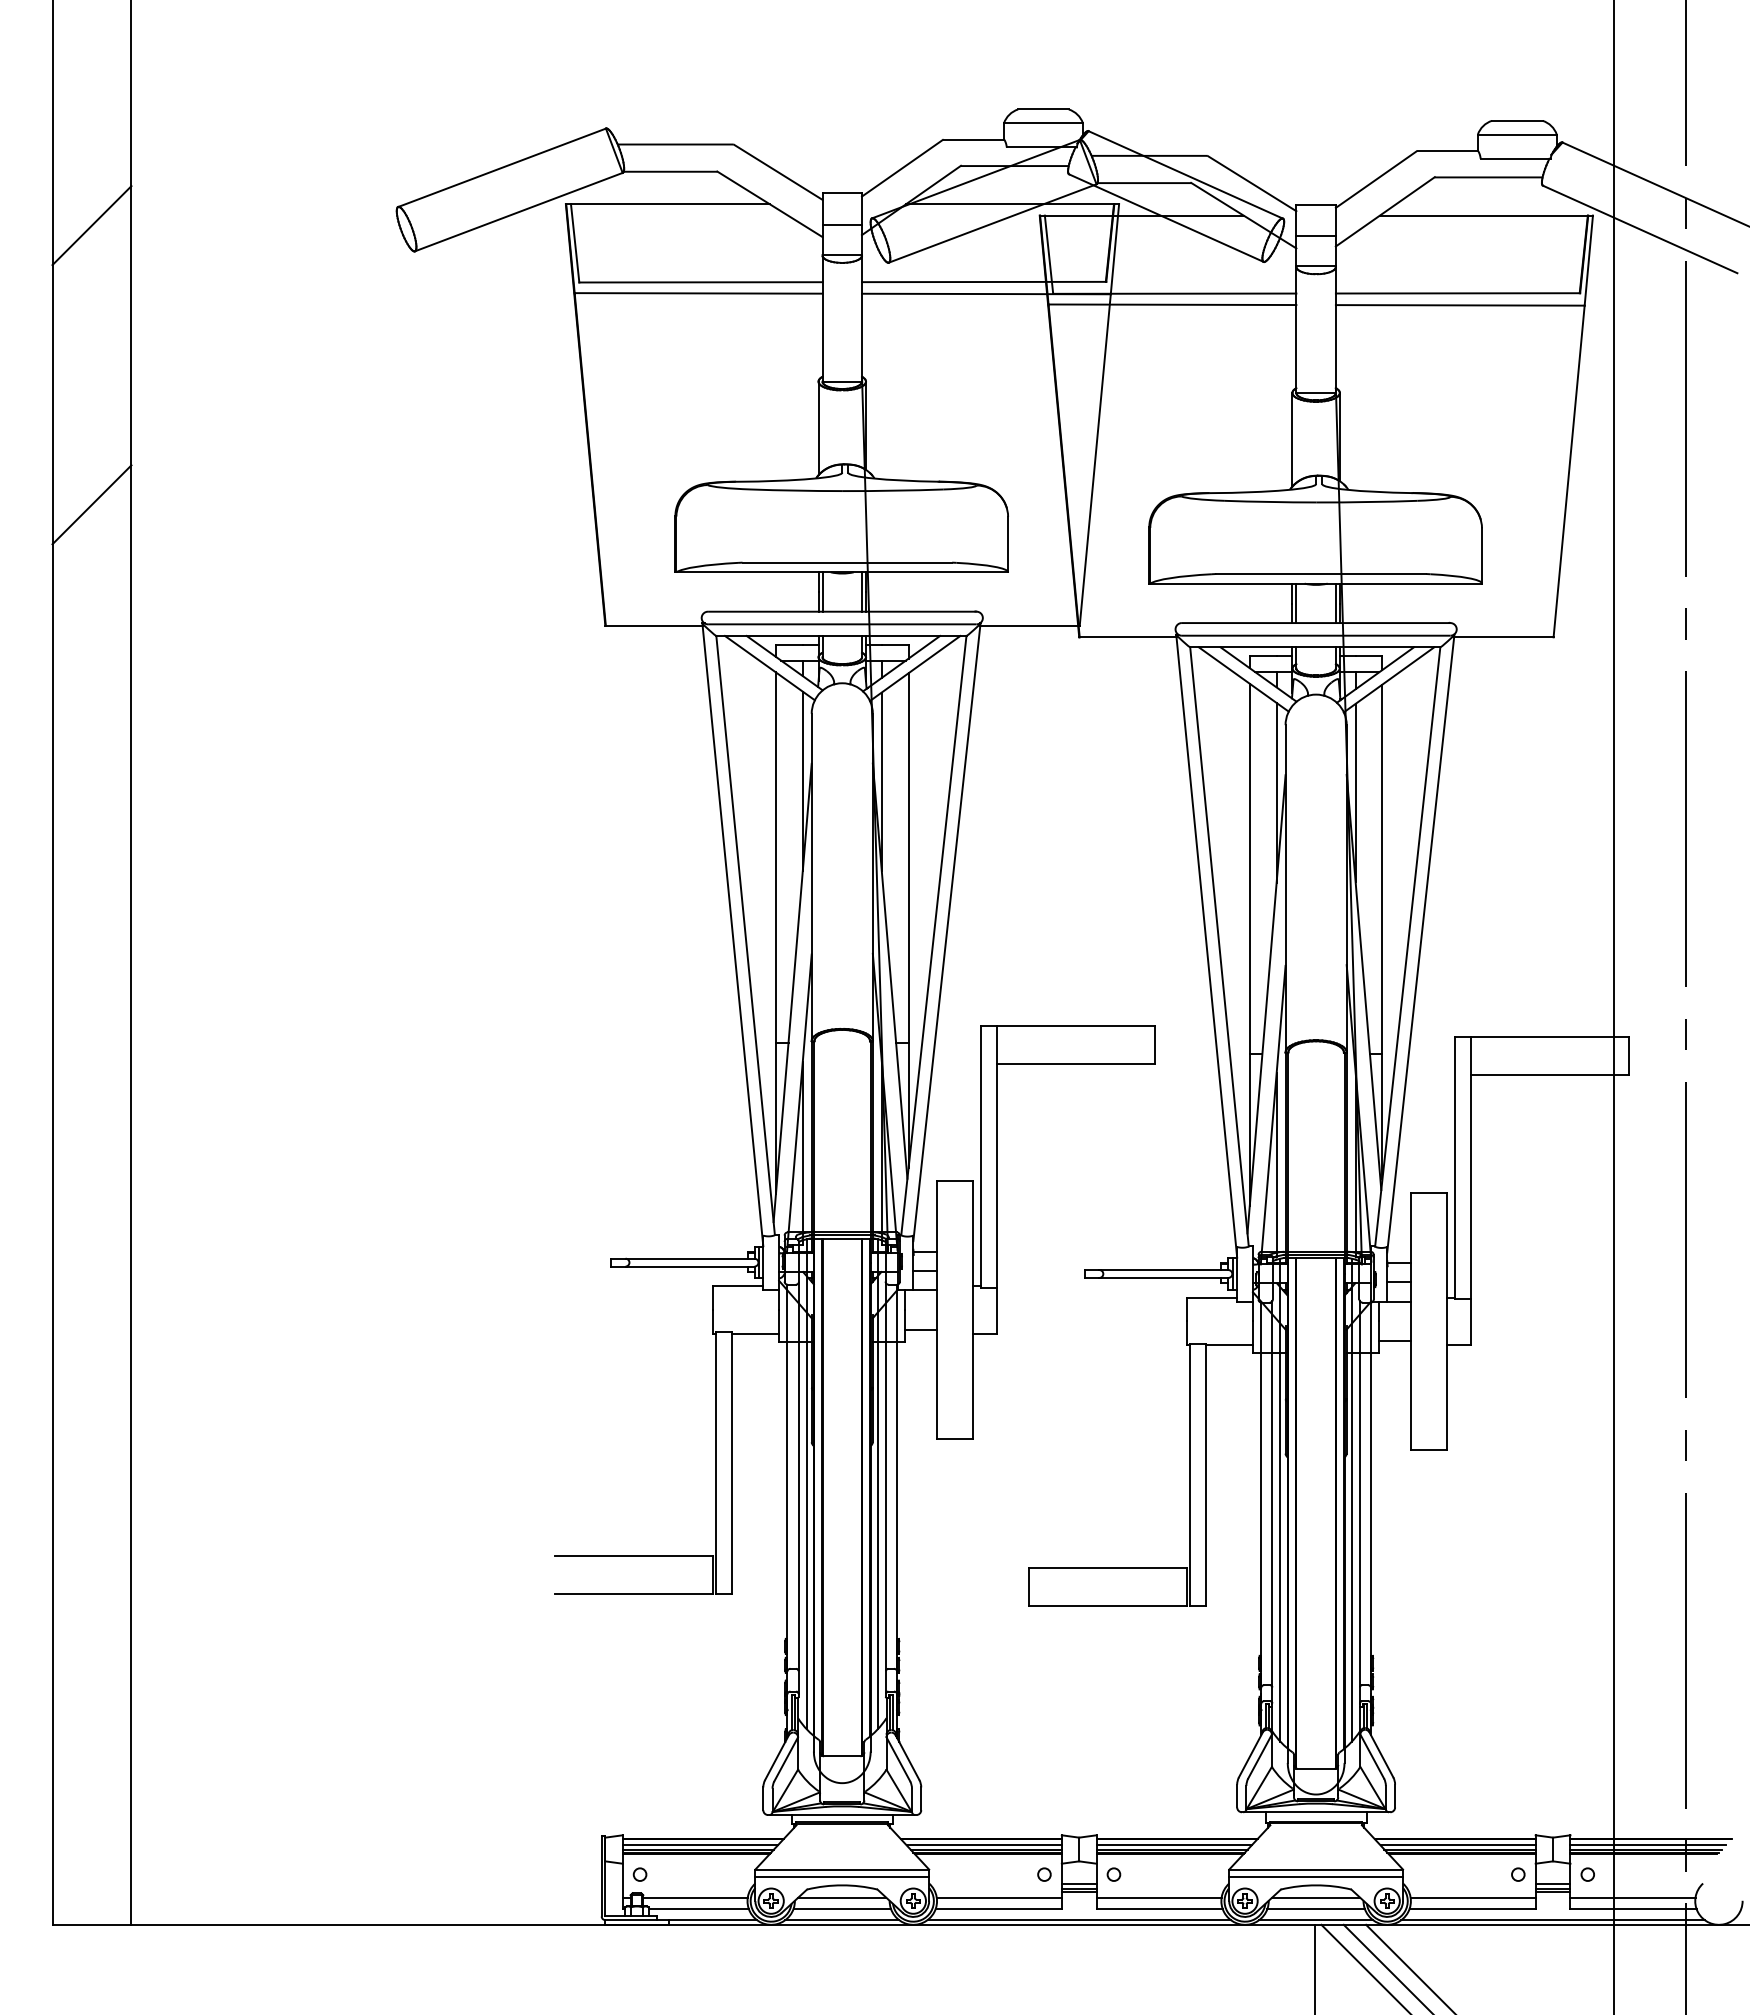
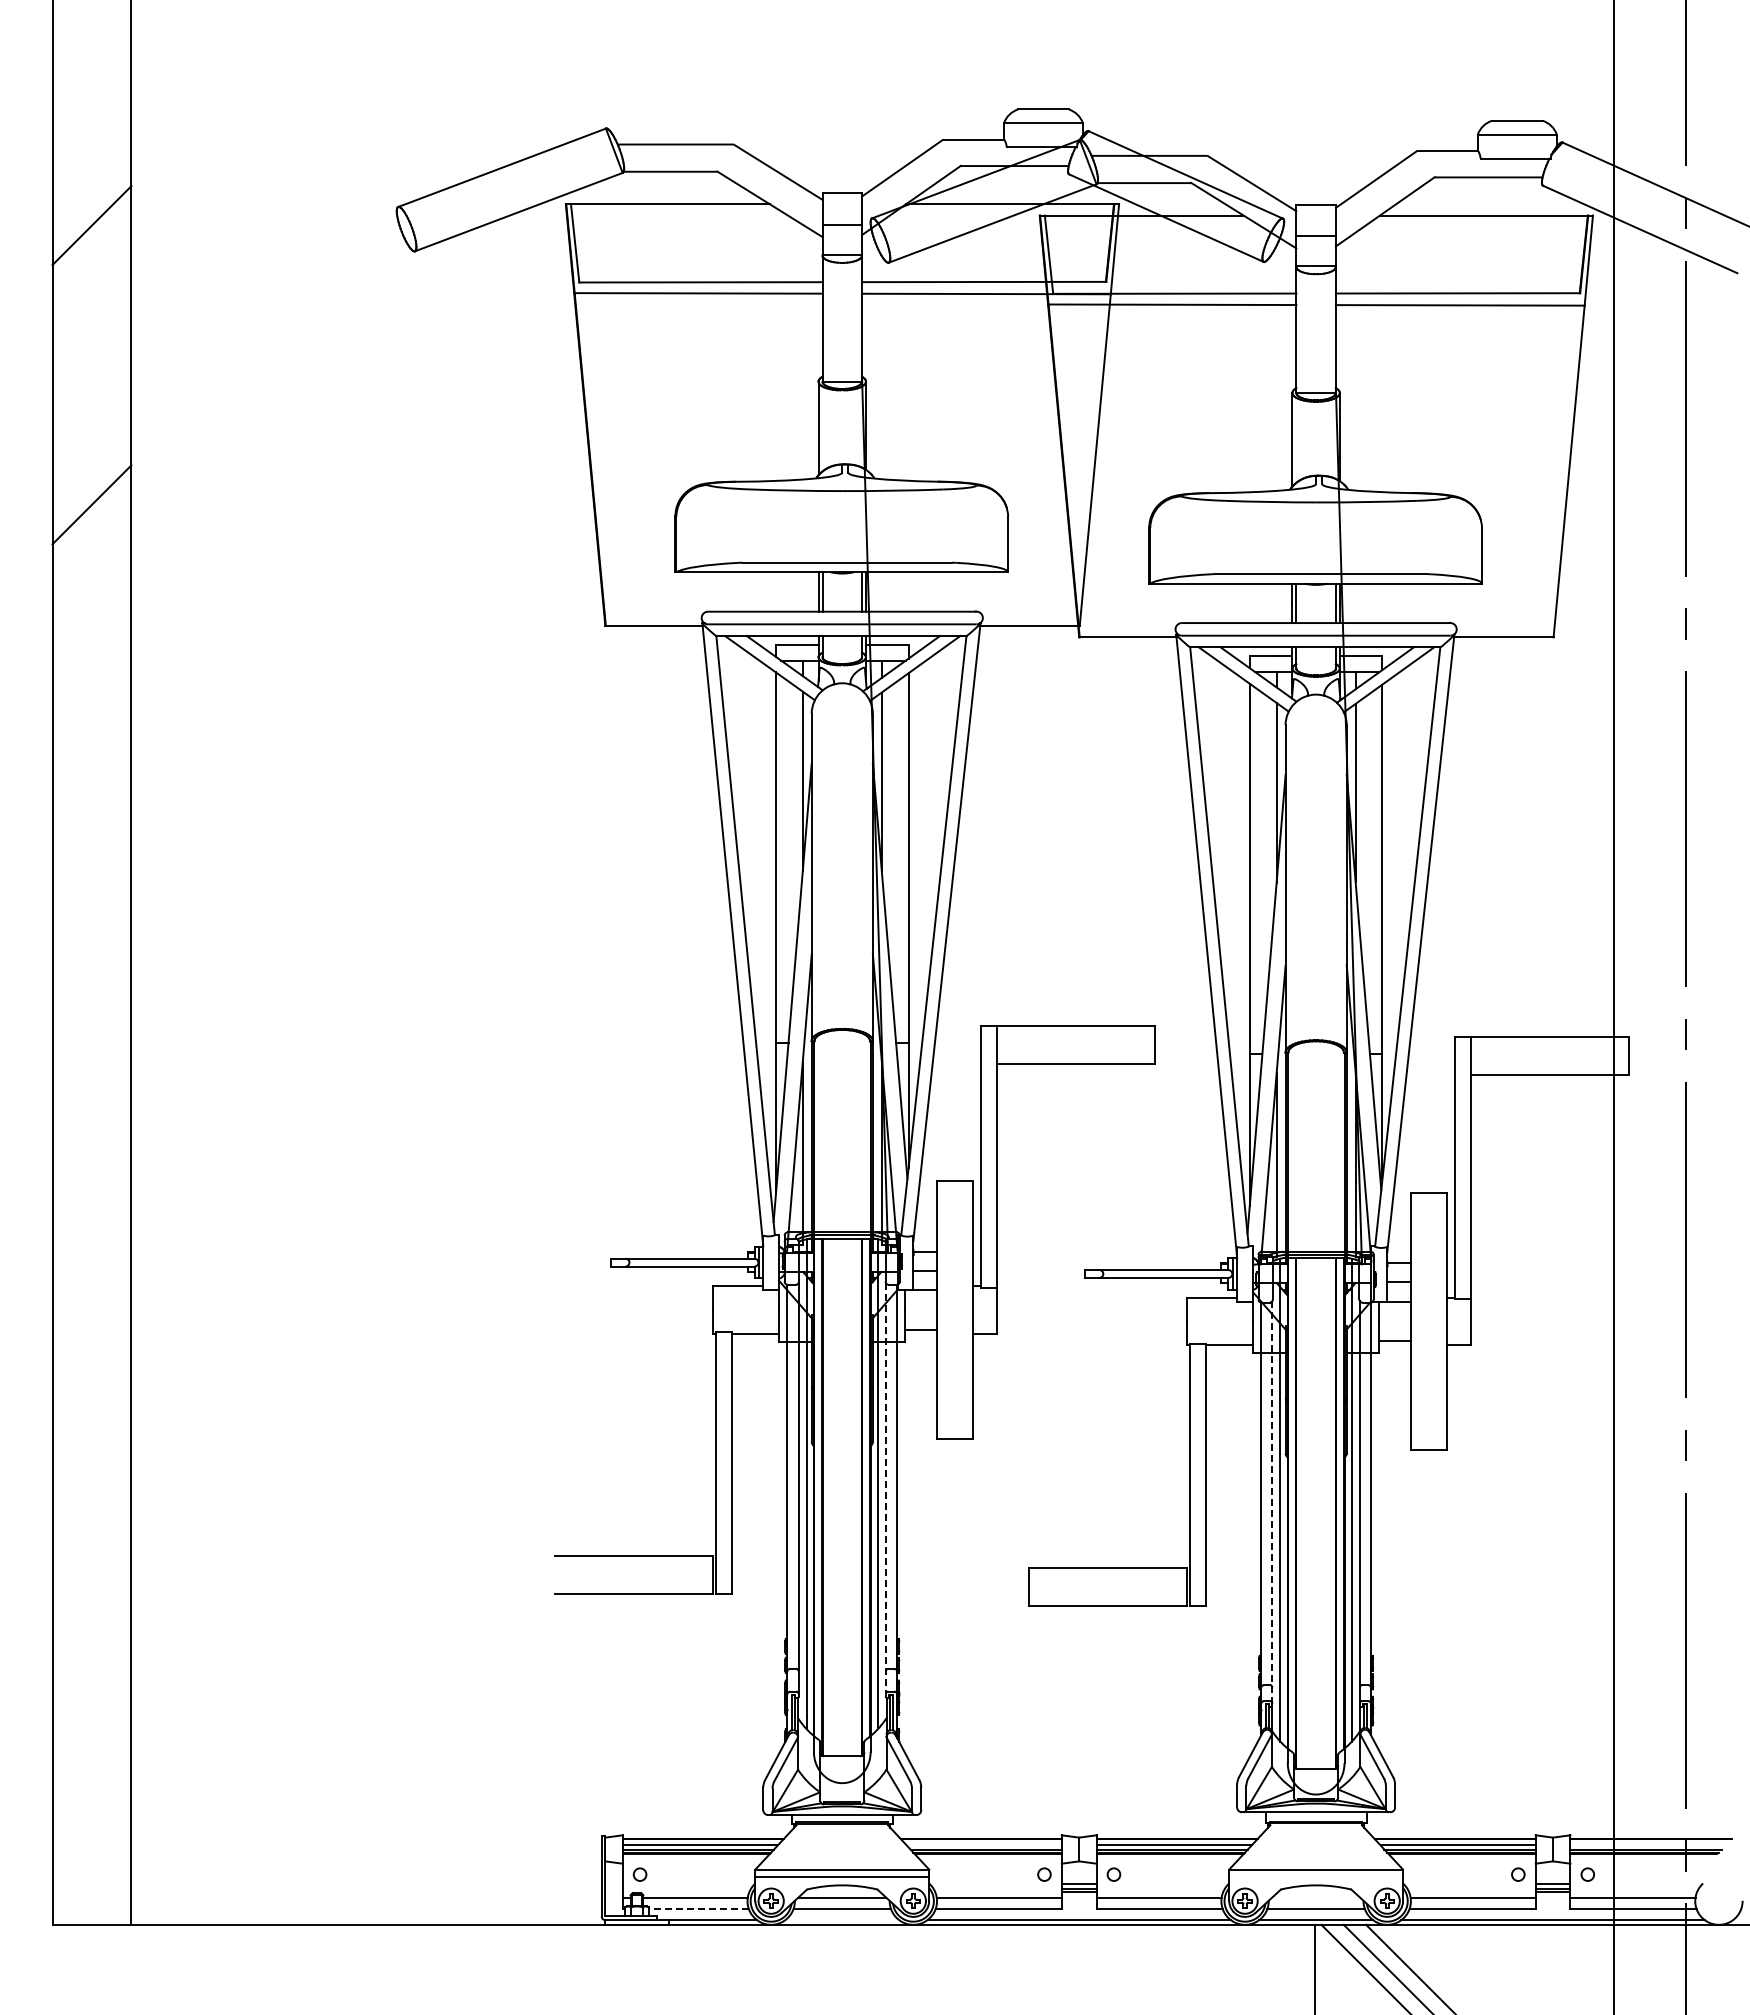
line at (886, 1488): solid -> dashed
line at (1272, 1502): solid -> dashed
line at (983, 1845): present -> none
line at (1647, 1845): present -> none
line at (1316, 1877): present -> none
line at (1316, 1897): present -> none
line at (698, 1909): solid -> dashed
line at (842, 1920): present -> none
